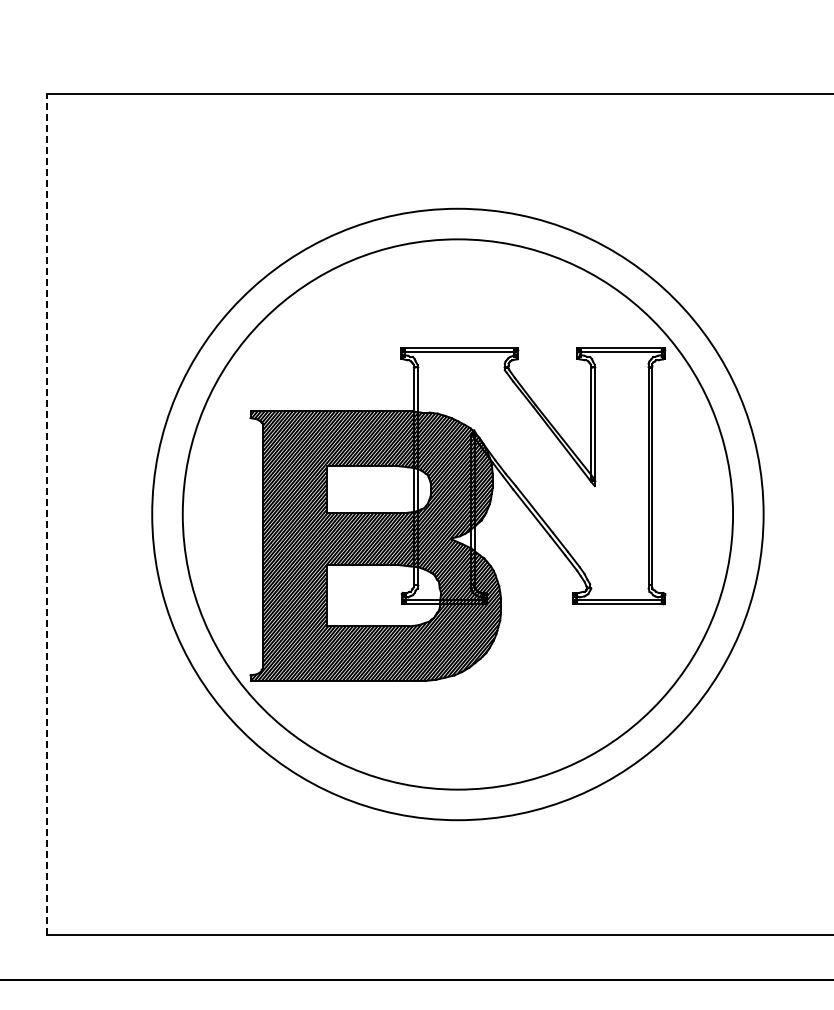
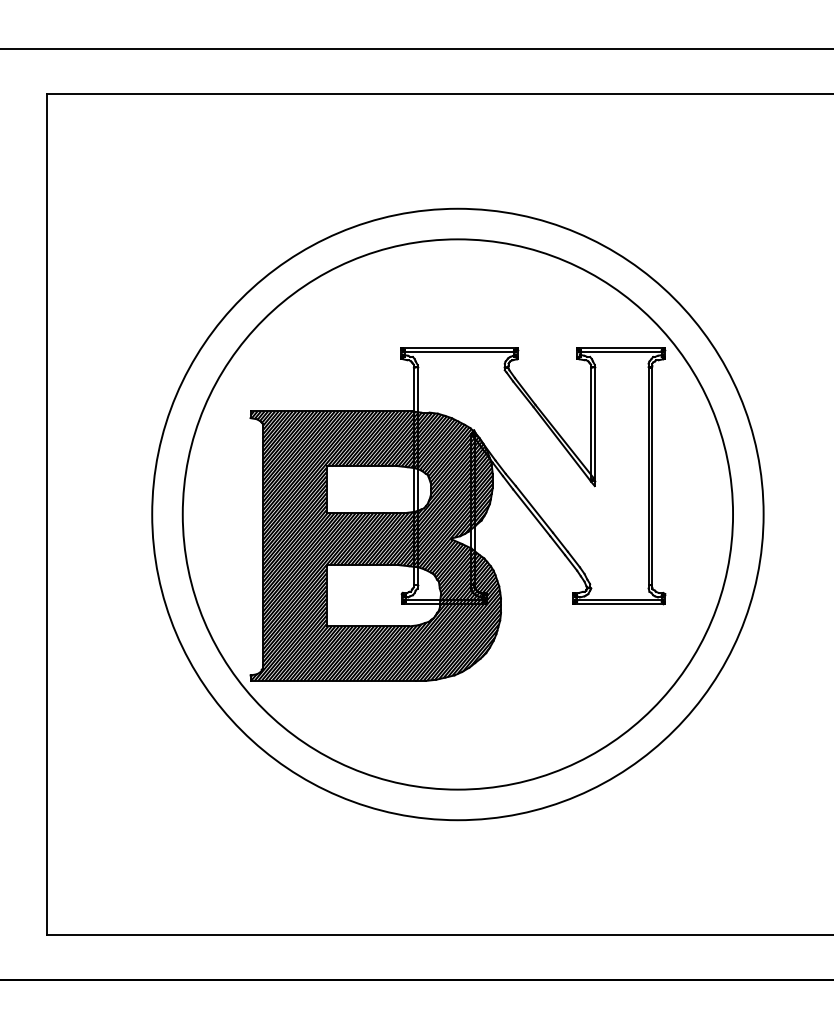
line at (416, 49): none -> present
line at (47, 514): dashed -> solid
